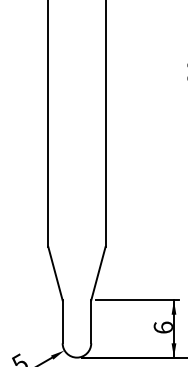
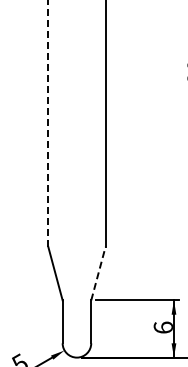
line at (48, 123): solid -> dashed
line at (98, 273): solid -> dashed
